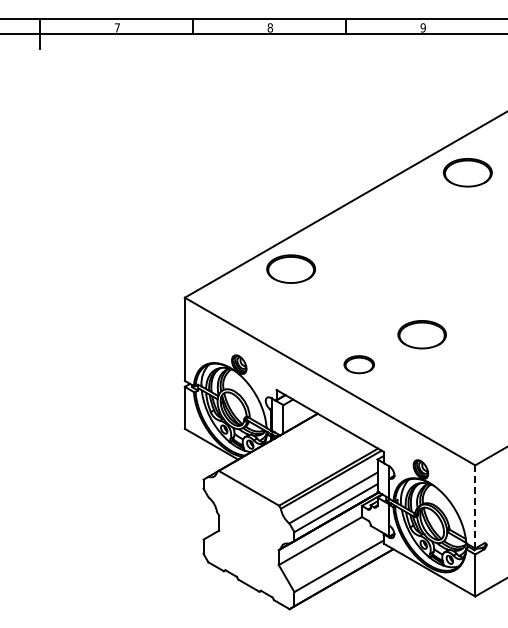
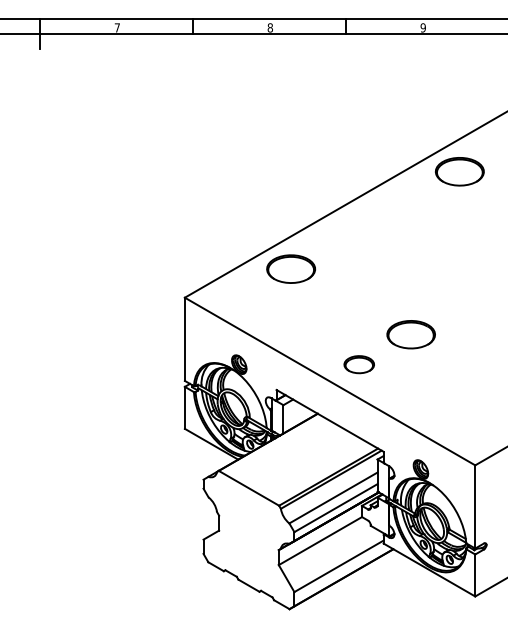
part at (467, 172) position: (467, 172) -> (459, 171)
part at (421, 334) position: (421, 334) -> (410, 334)
line at (475, 506): dashed -> solid
